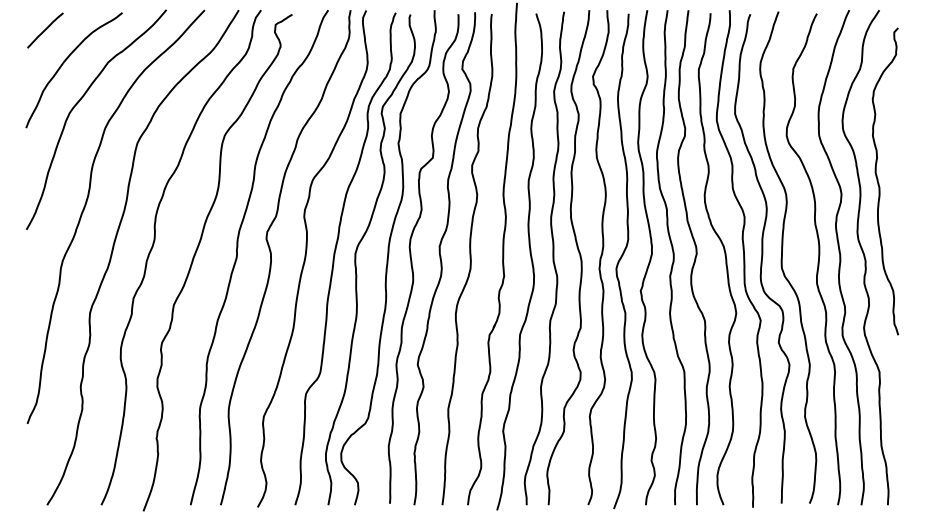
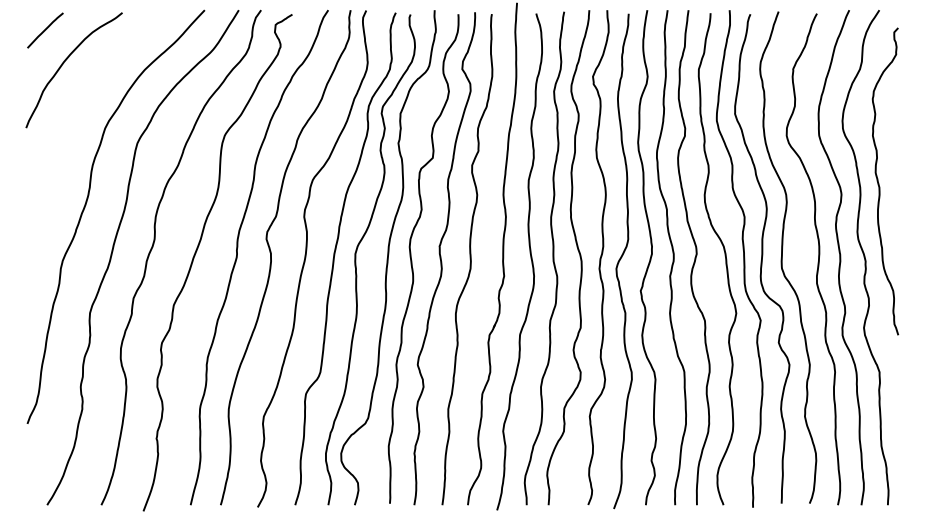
curve at (79, 102): present -> none
